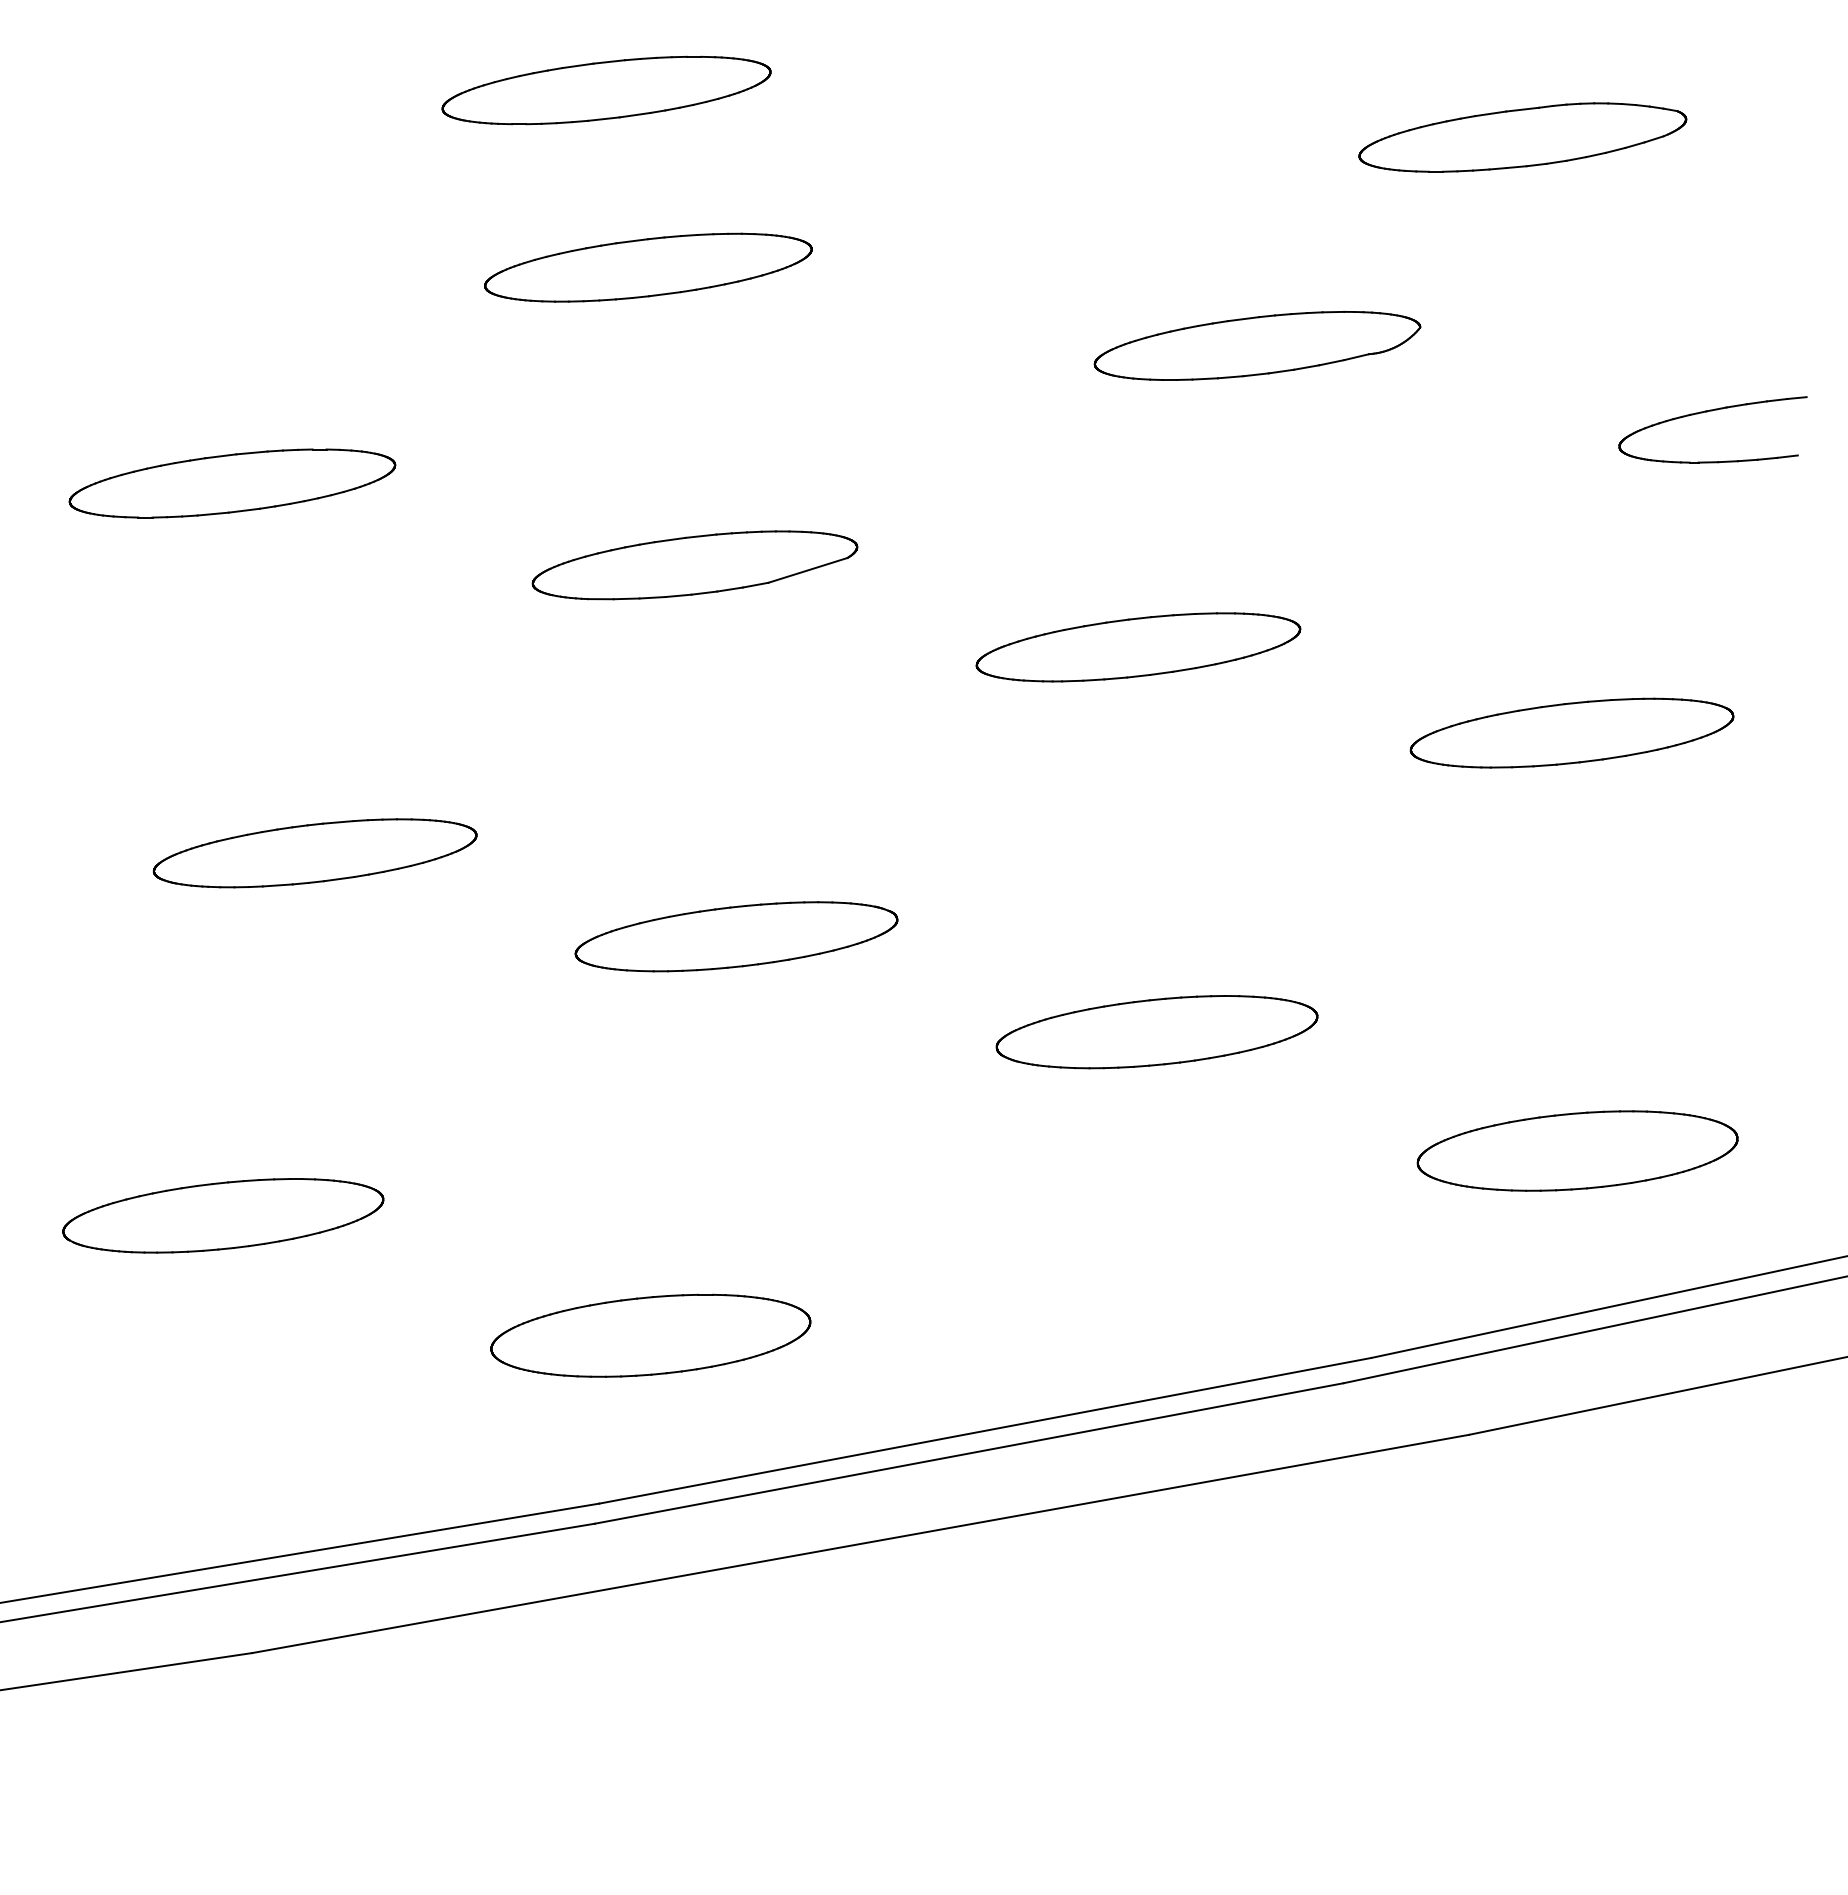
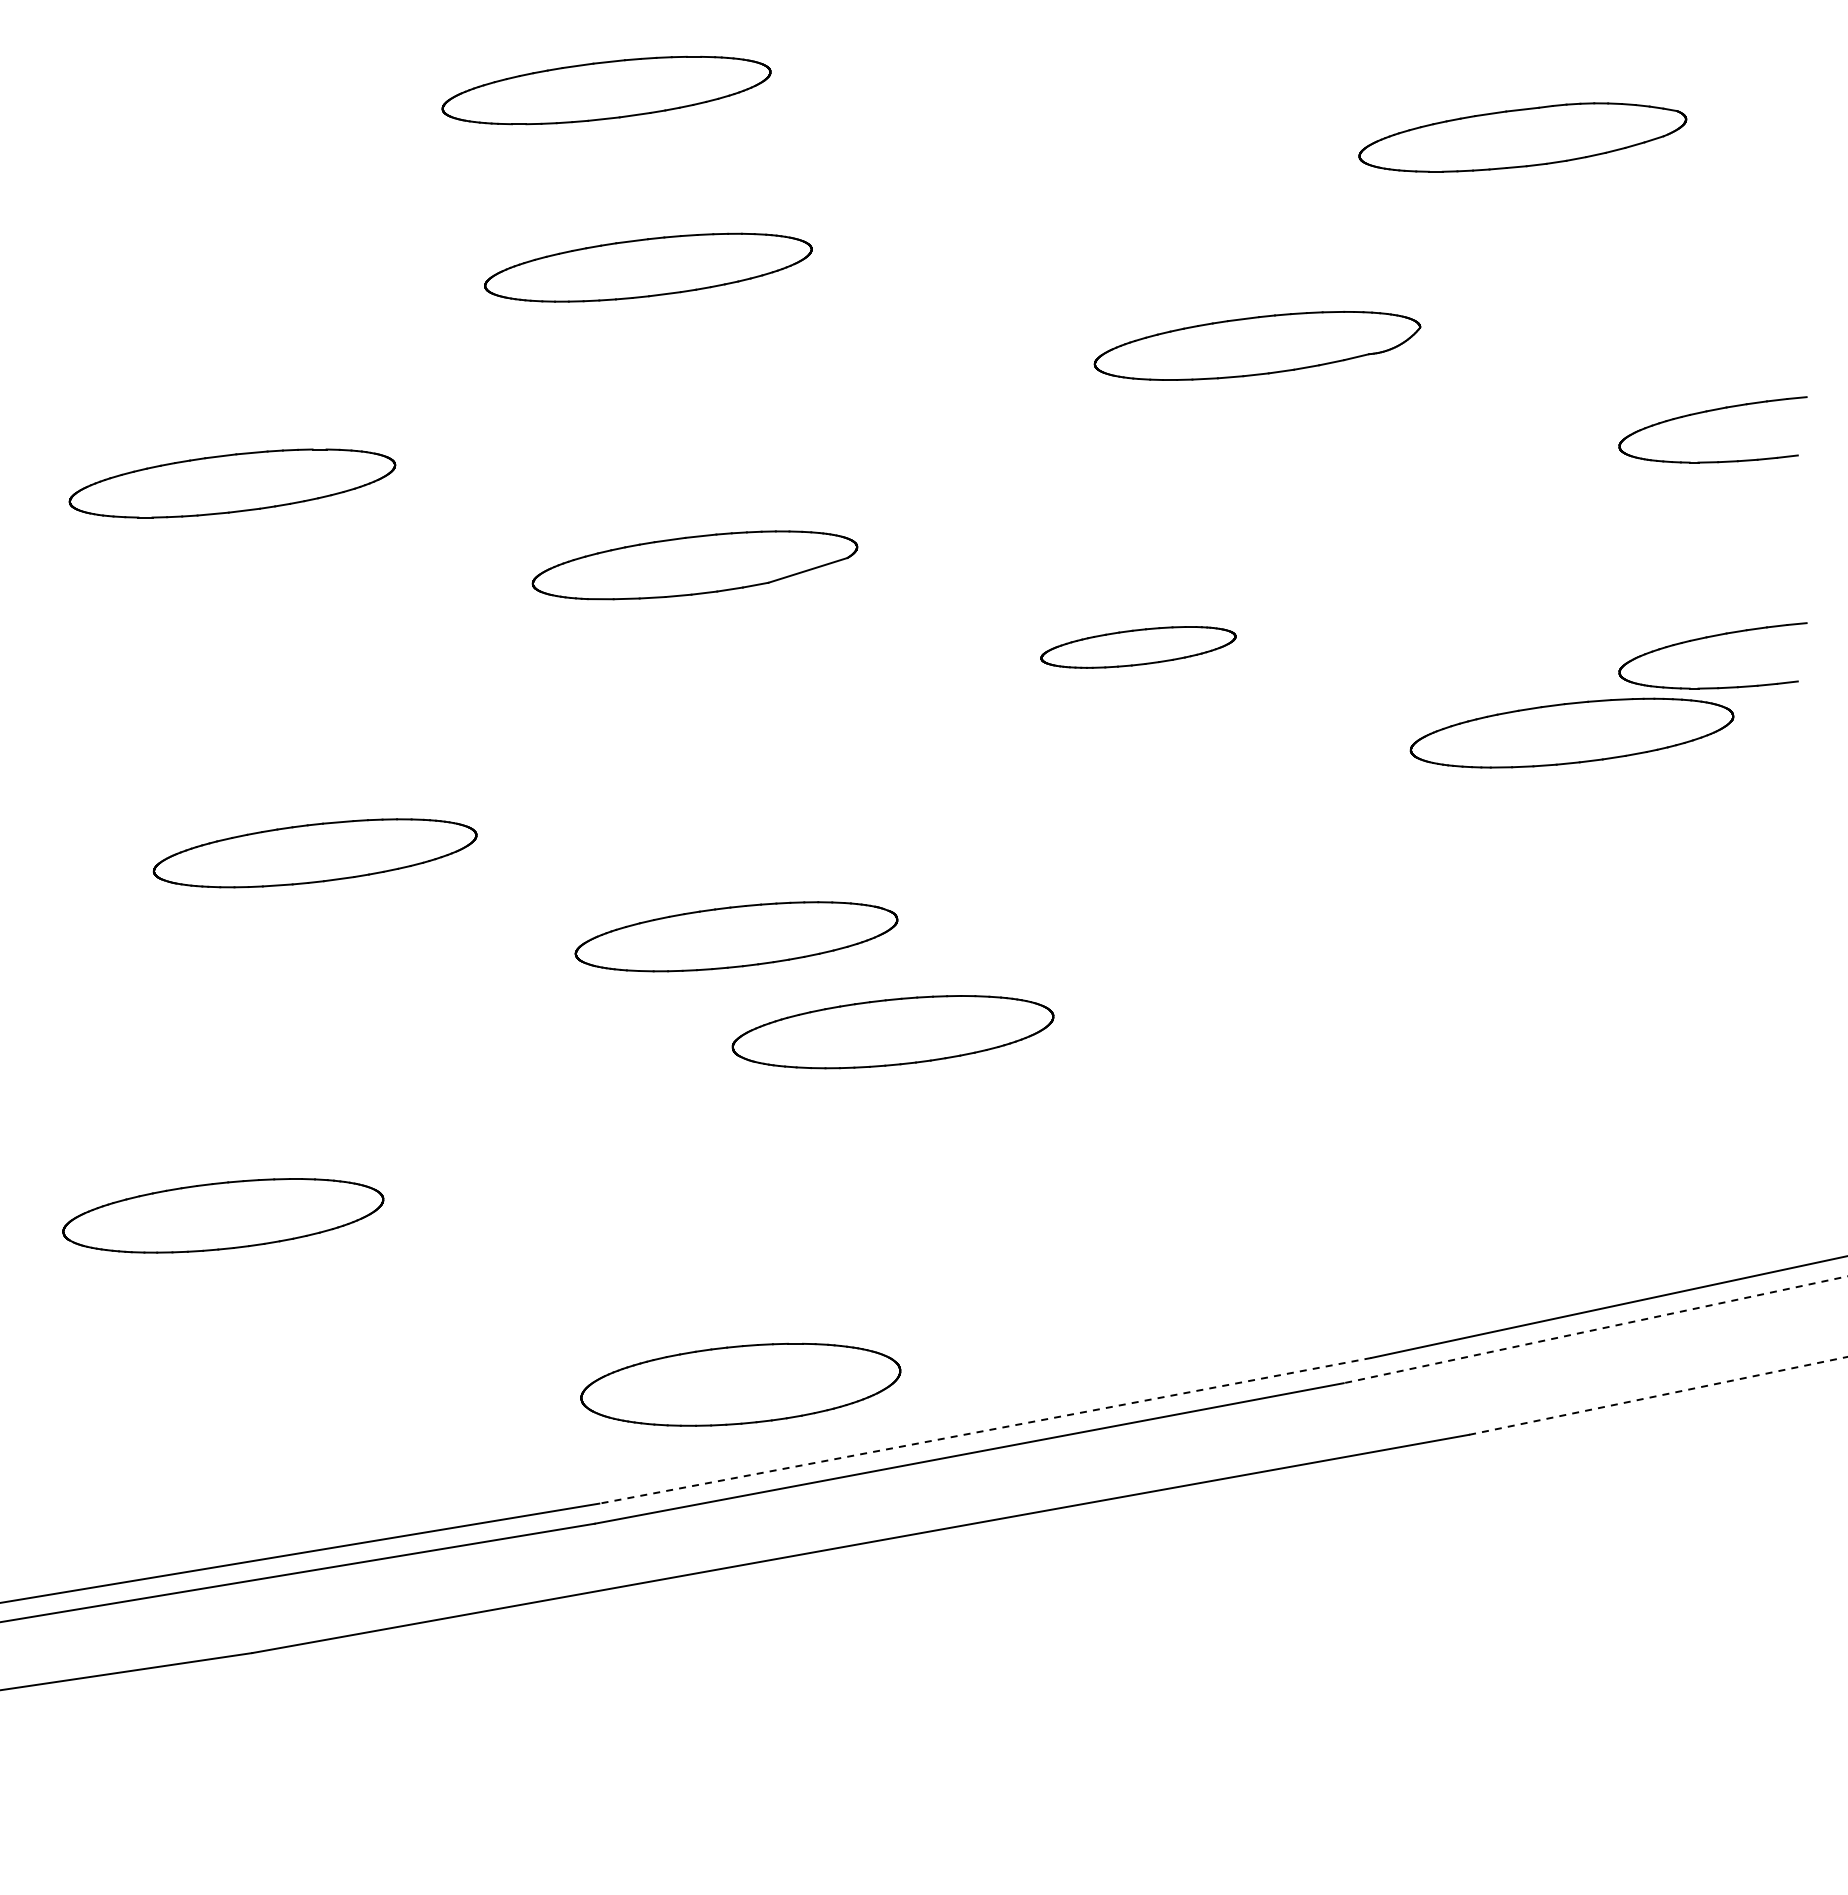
part at (1707, 638): none -> present
part at (1138, 647) size: 327x71 px -> 197x43 px
part at (1156, 1032) position: (1156, 1032) -> (892, 1032)
part at (1577, 1150): present -> none
line at (1594, 1329): solid -> dashed
part at (650, 1335) position: (650, 1335) -> (740, 1384)
line at (1658, 1395): solid -> dashed
line at (985, 1430): solid -> dashed
